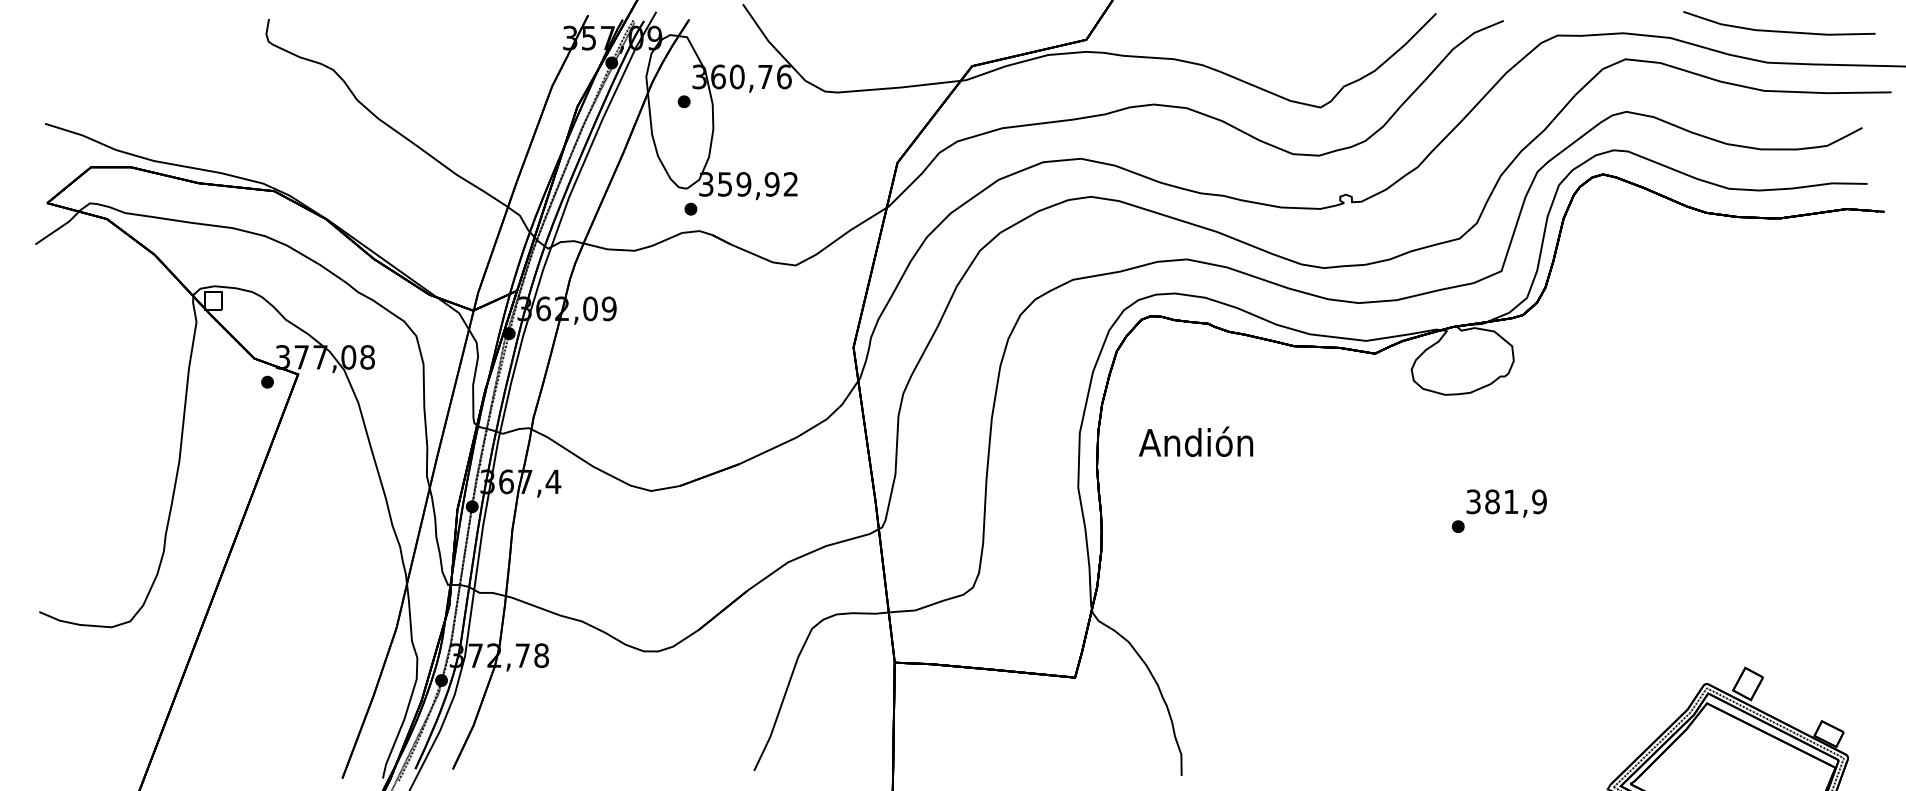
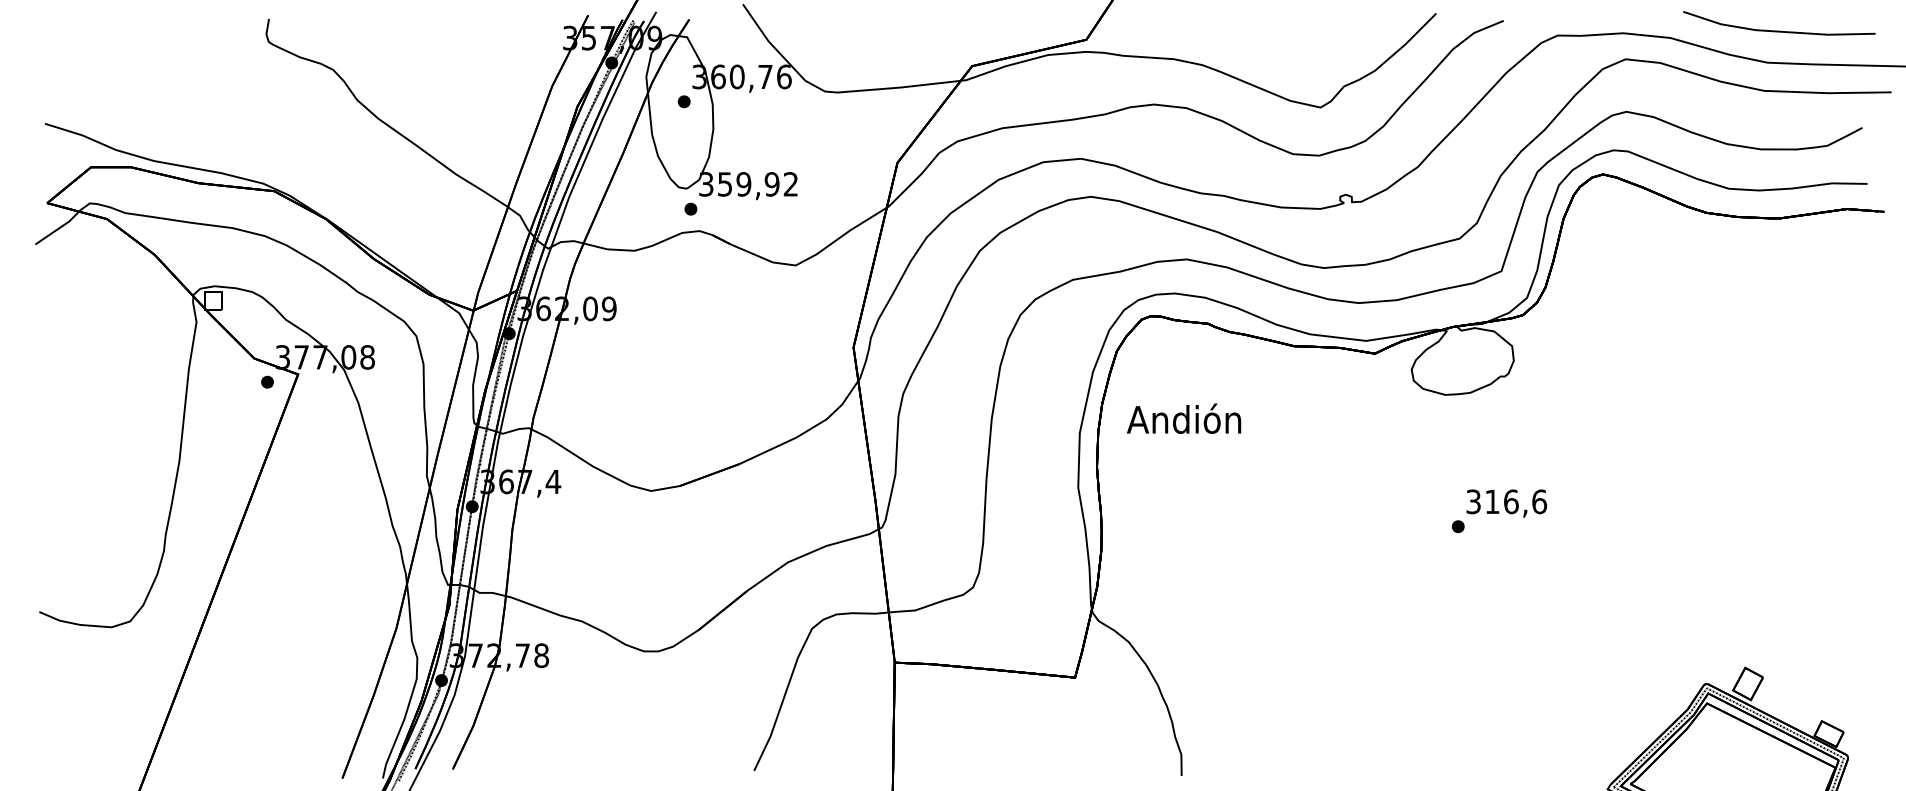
text at (1196, 441) position: (1196, 441) -> (1184, 418)
text at (1516, 501): 381,9 -> 316,6
